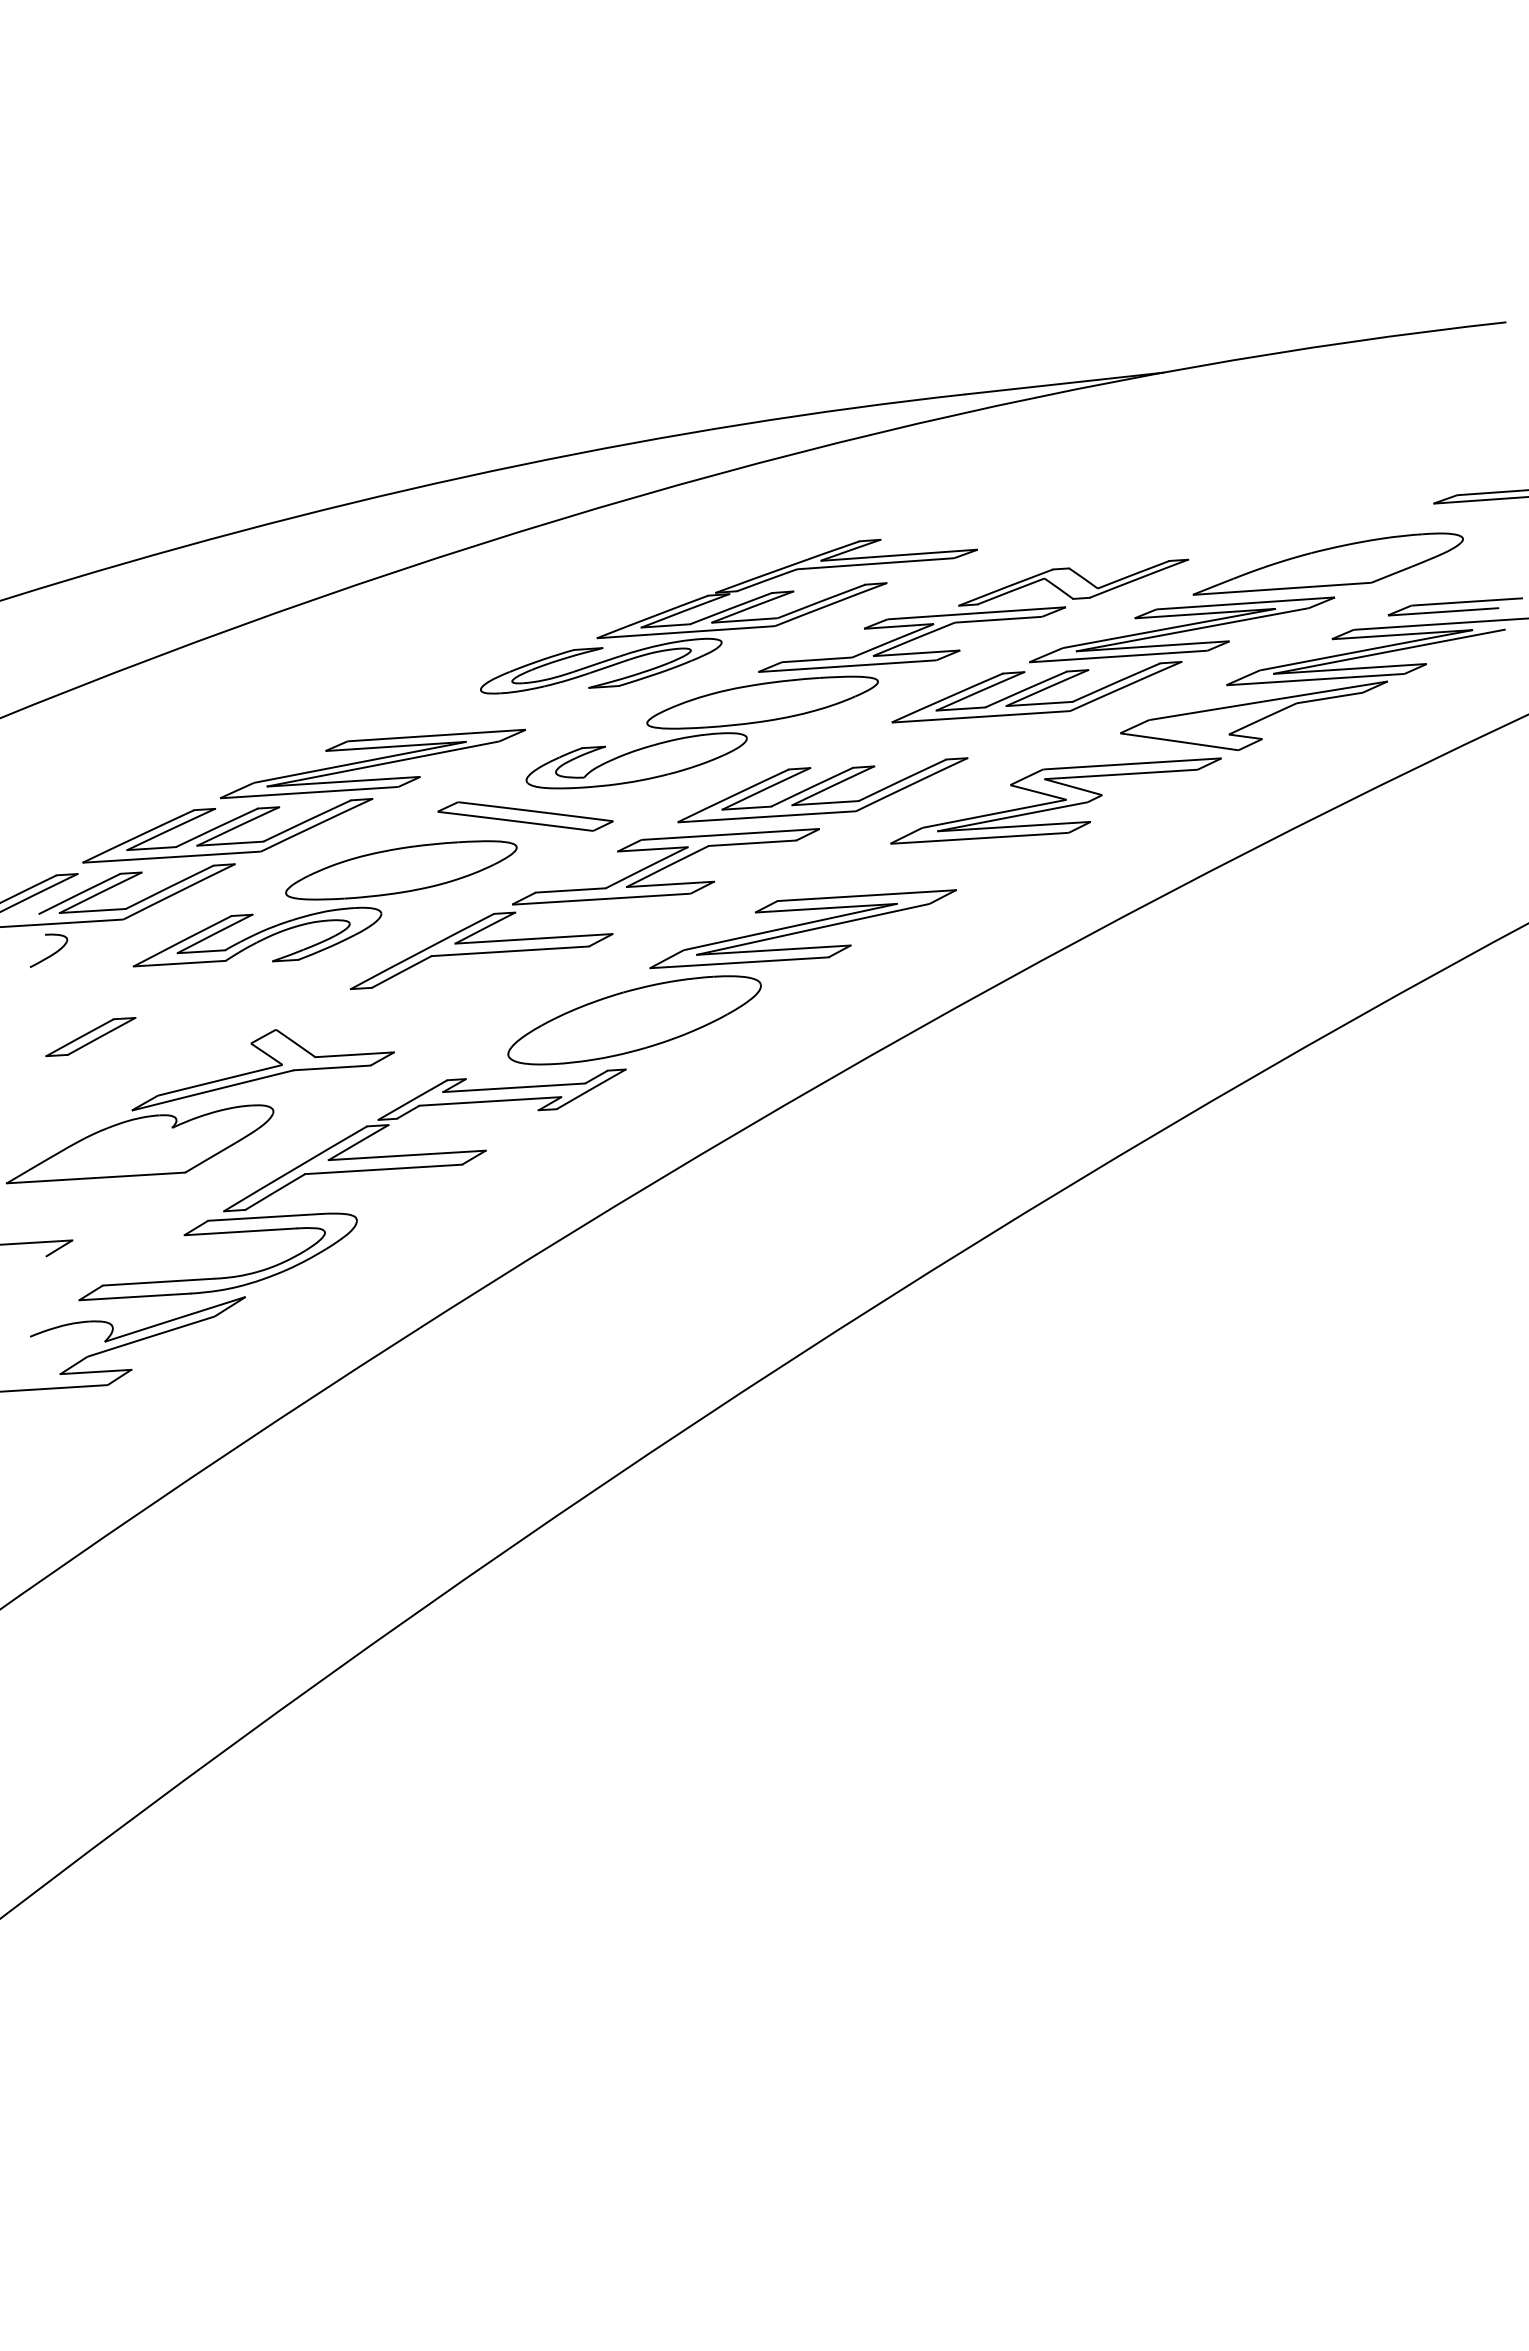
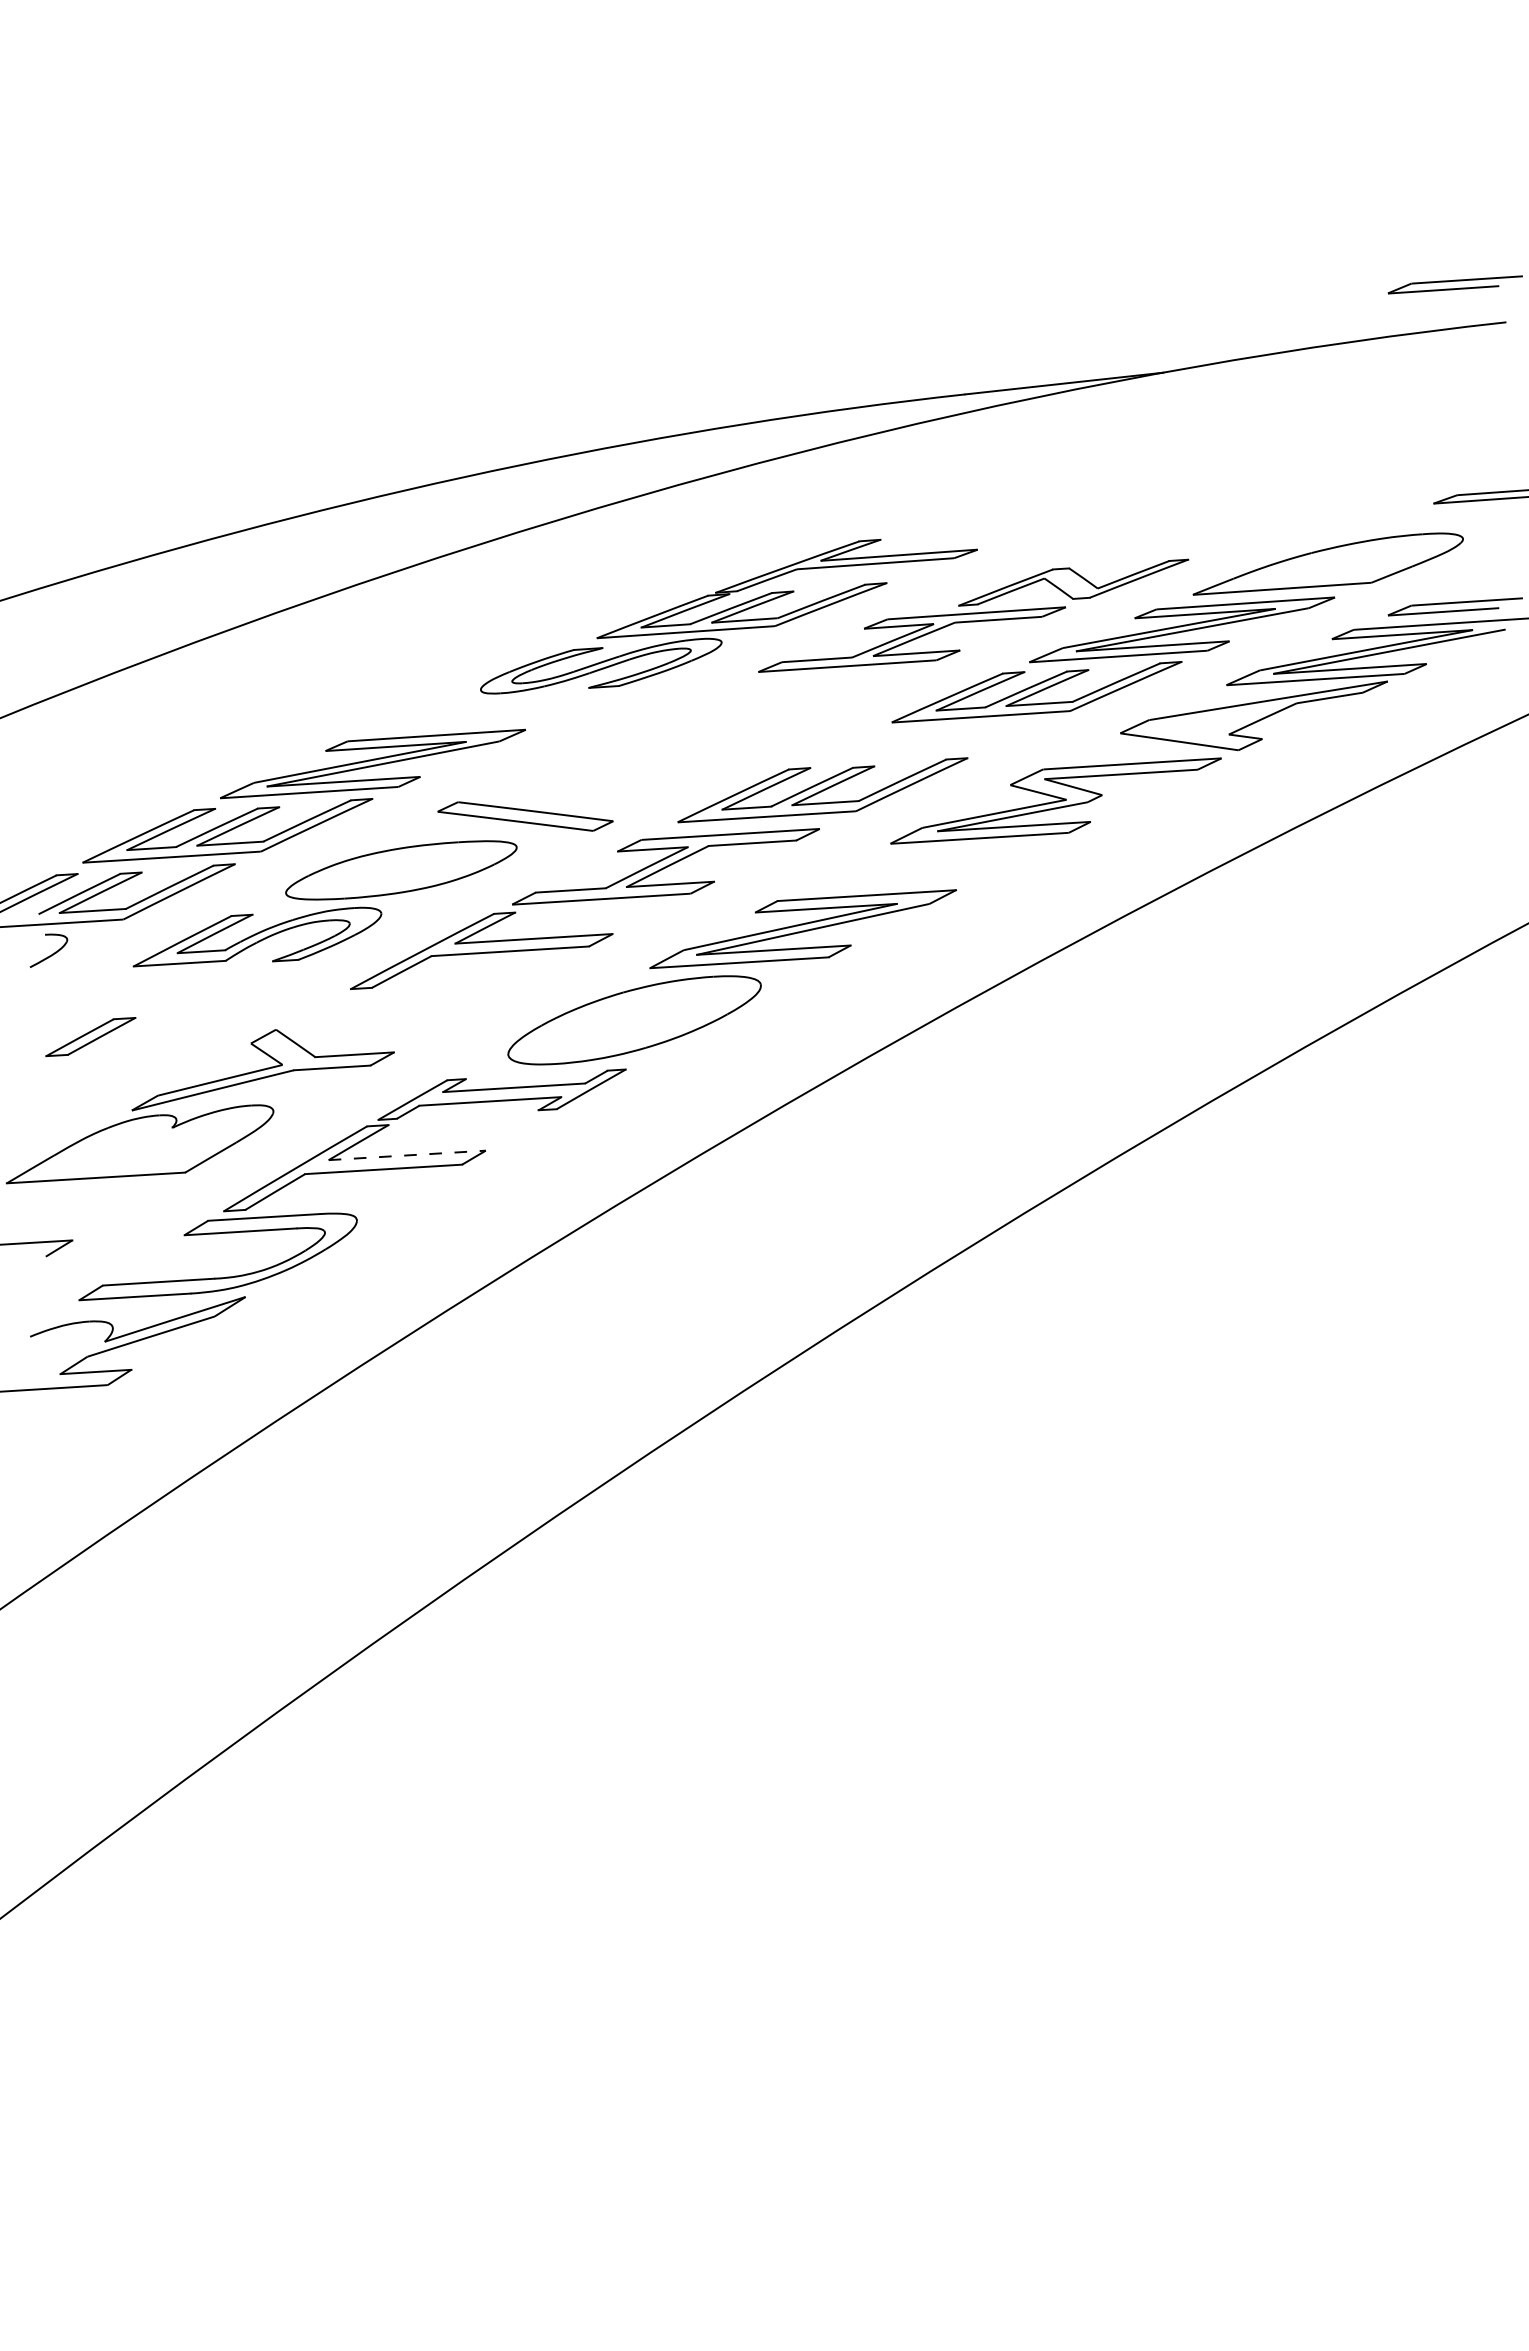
part at (1454, 284): none -> present
part at (701, 732): present -> none
line at (407, 1155): solid -> dashed
